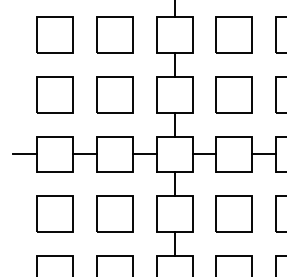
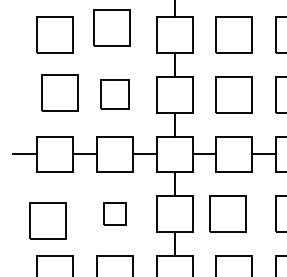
part at (114, 34) position: (114, 34) -> (111, 27)
part at (54, 94) position: (54, 94) -> (59, 92)
part at (114, 94) size: 38x38 px -> 30x31 px
part at (54, 213) position: (54, 213) -> (47, 220)
part at (114, 213) size: 38x38 px -> 24x24 px
part at (233, 213) position: (233, 213) -> (227, 213)
